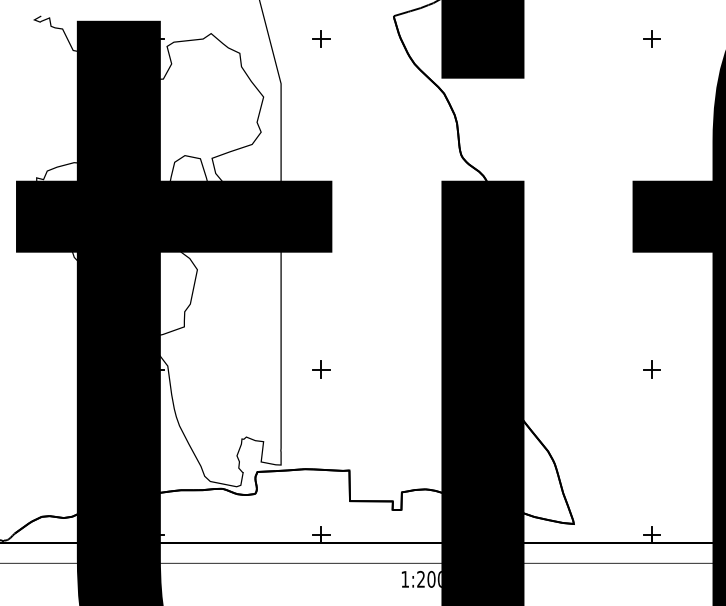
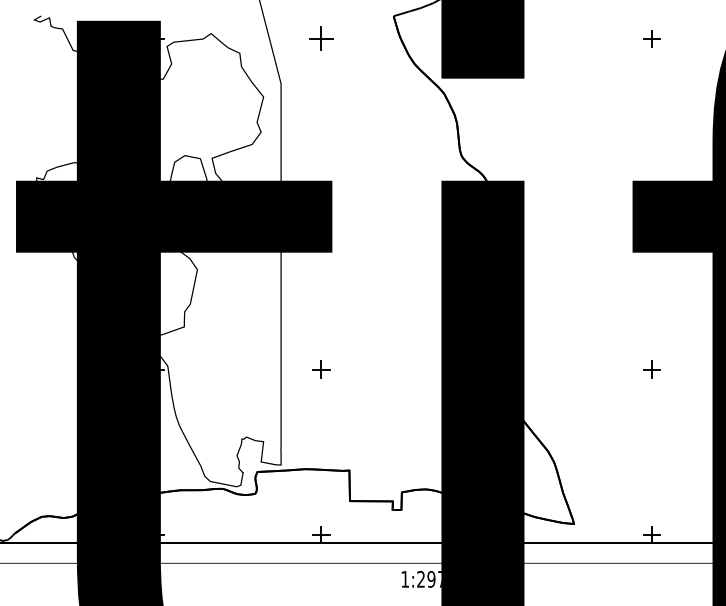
part at (321, 38) size: 19x18 px -> 25x25 px
text at (434, 579): 1:2000 -> 1:2978
